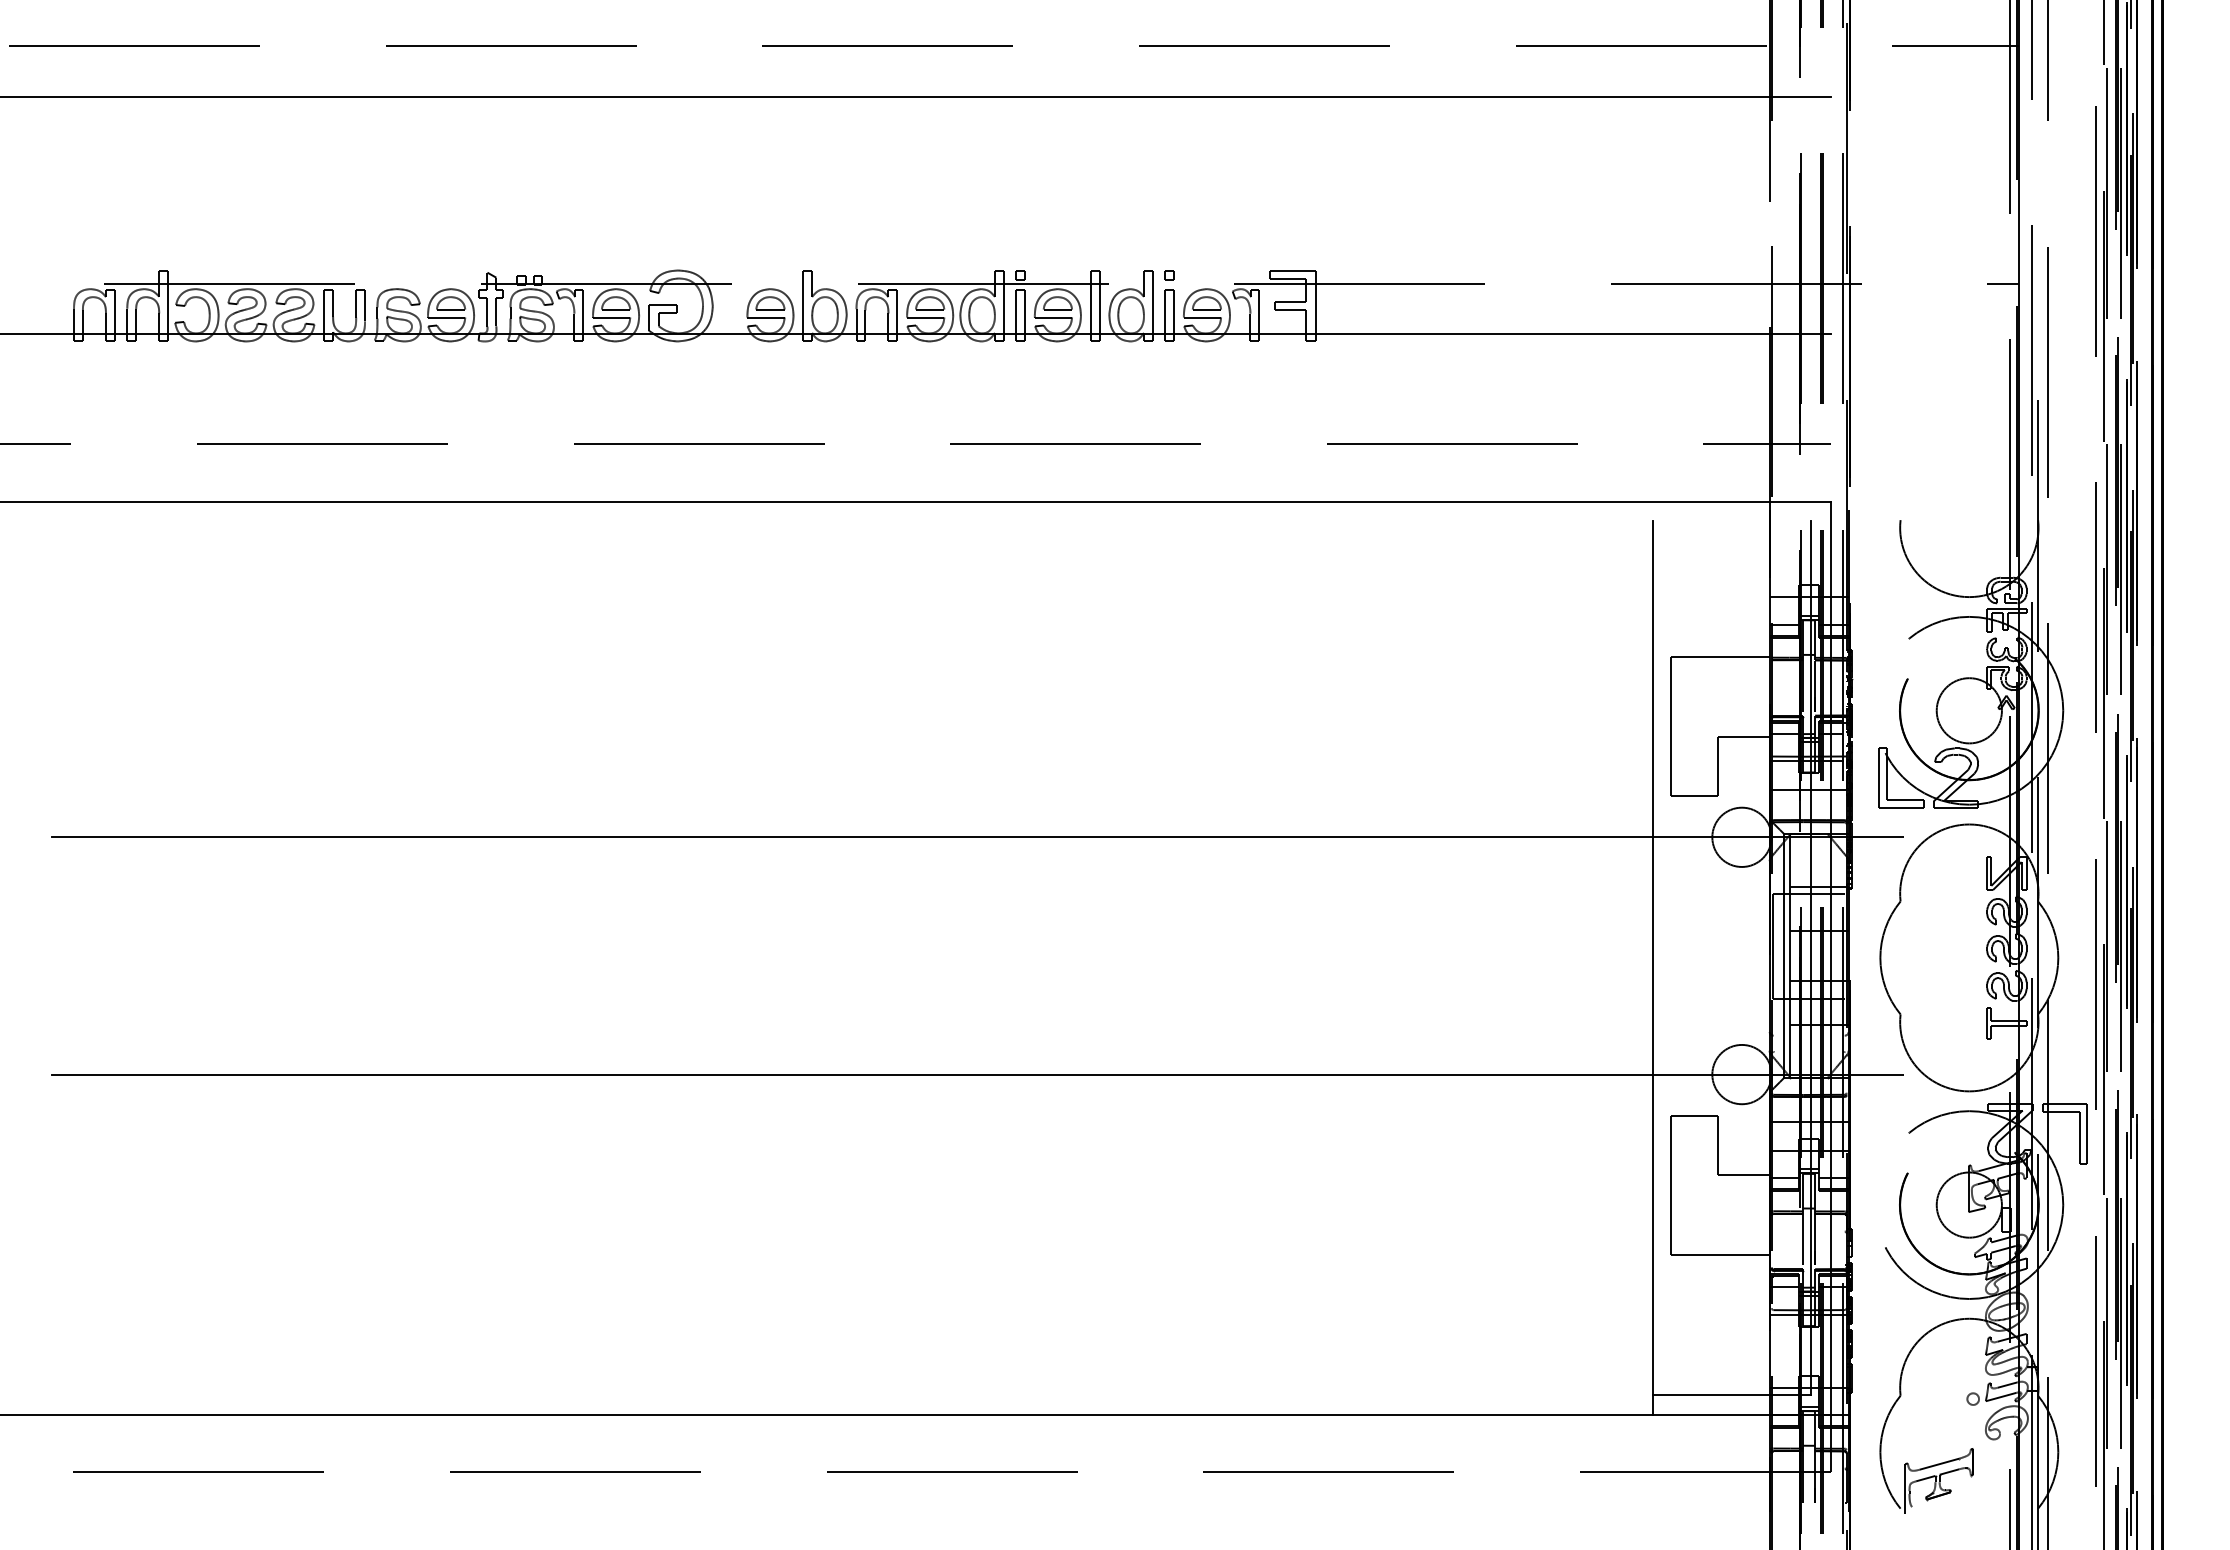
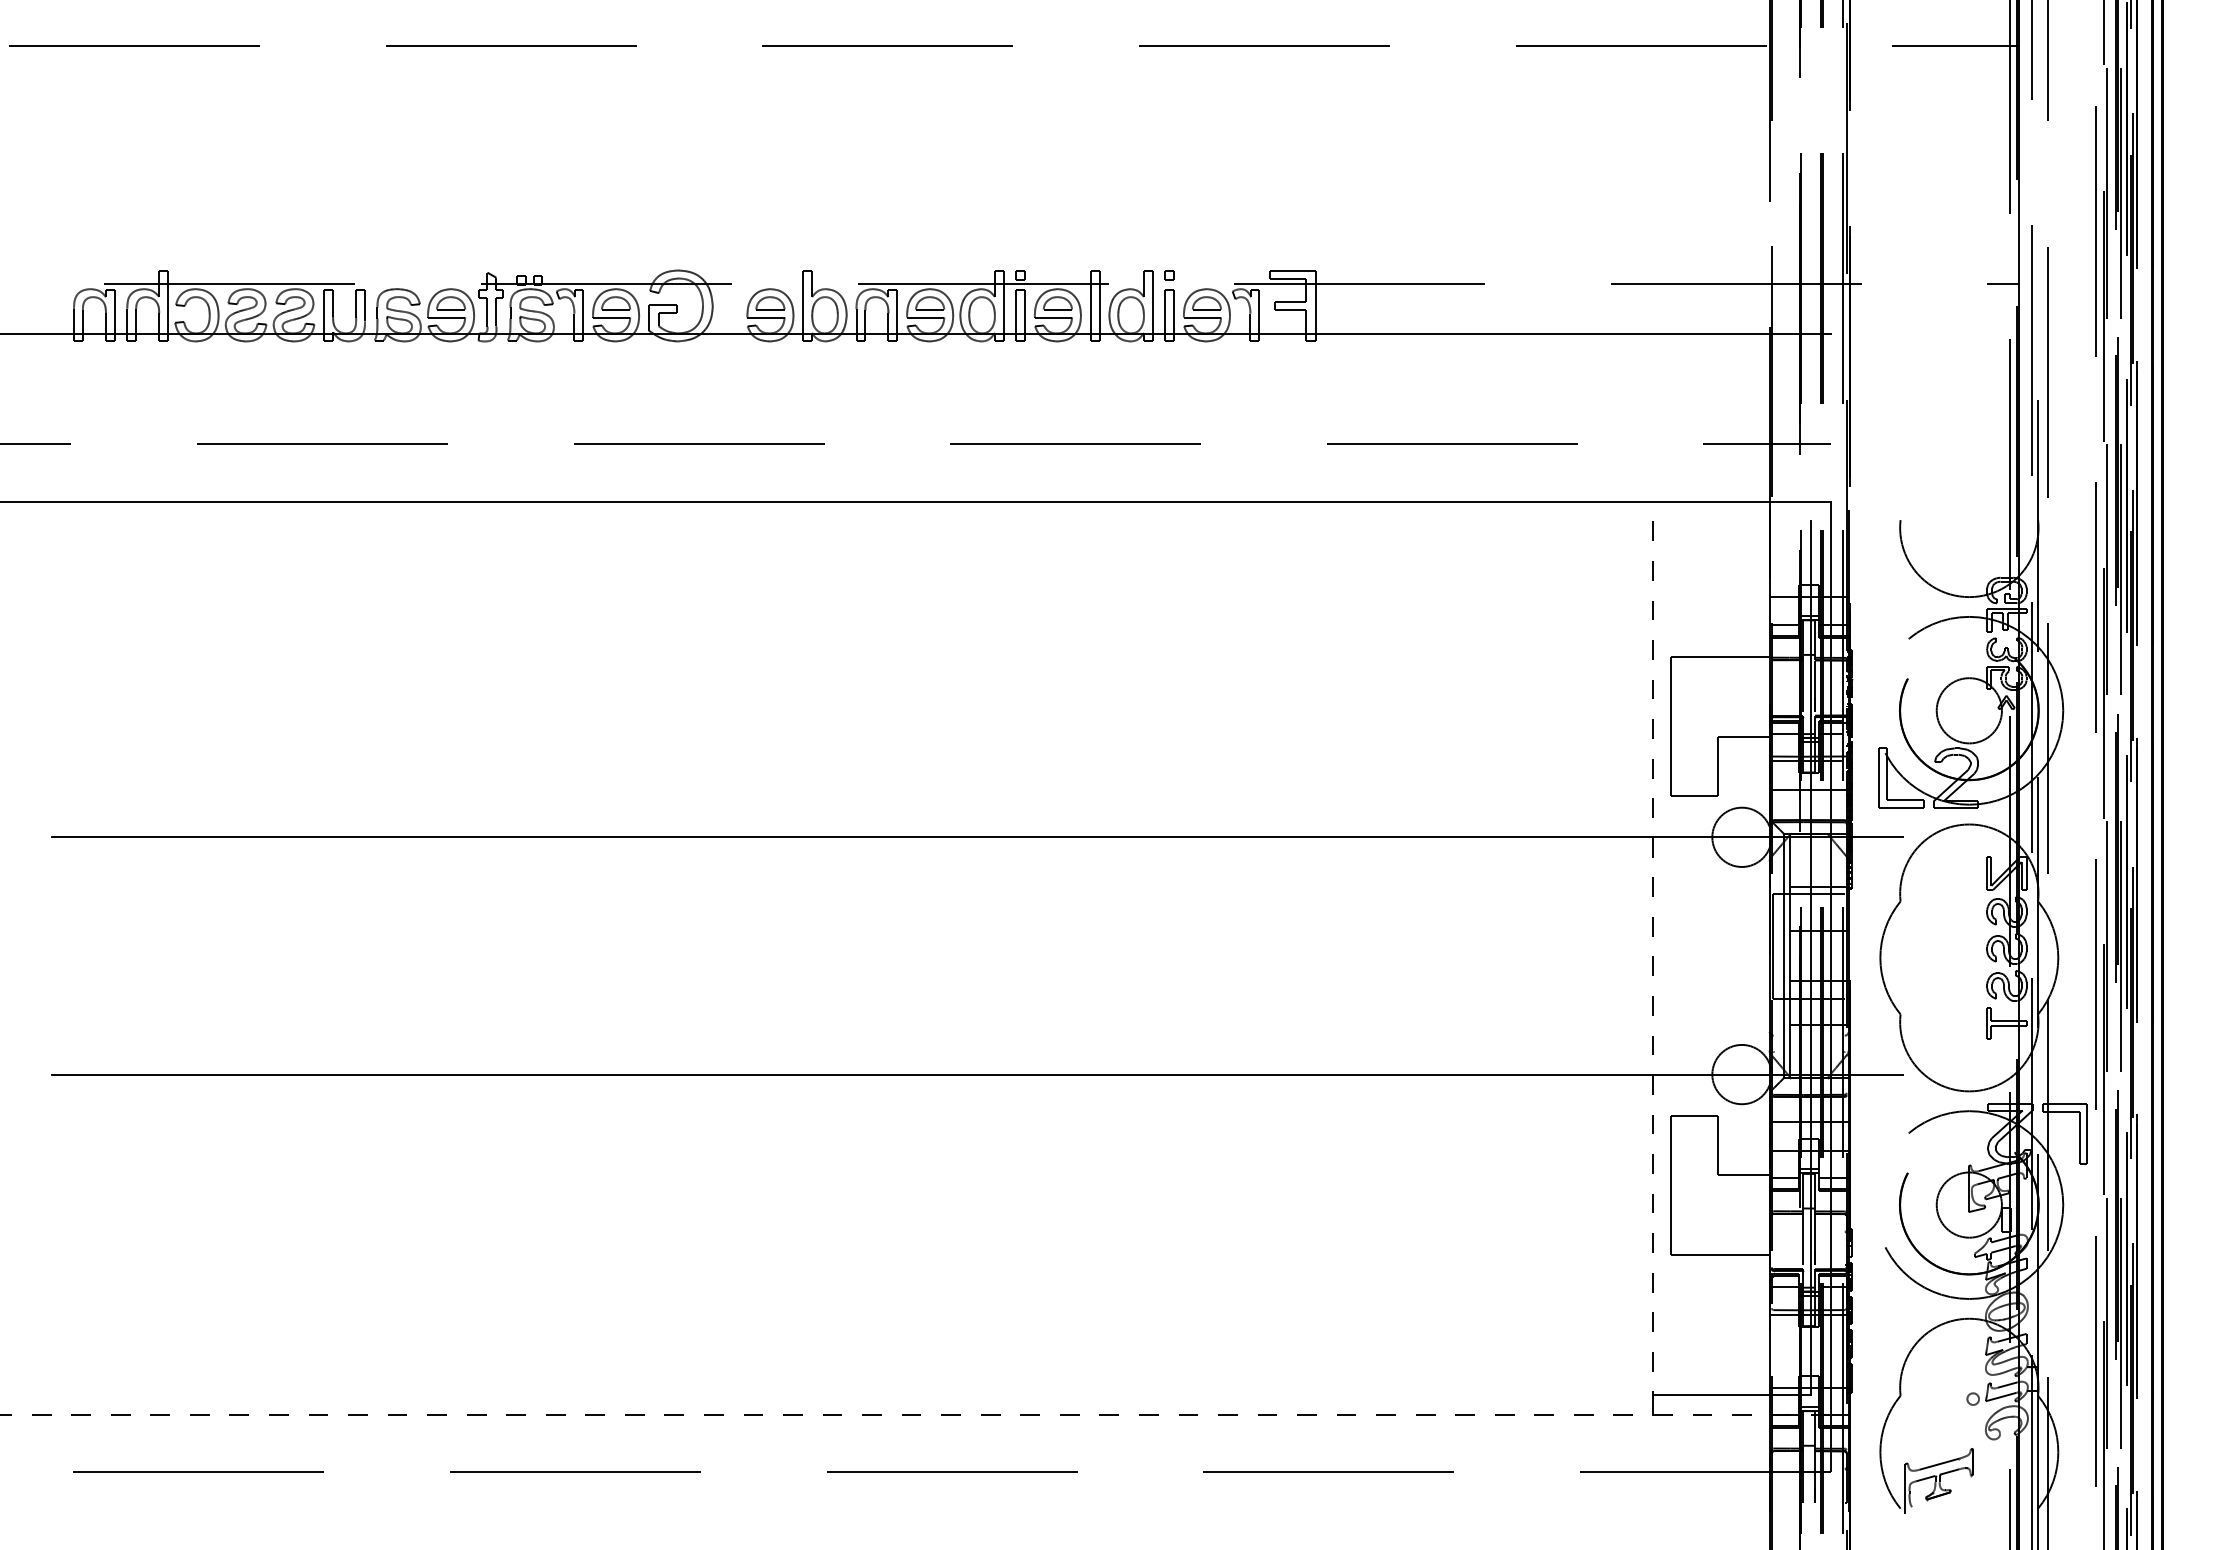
line at (916, 97): present -> none
line at (1653, 958): solid -> dashed
line at (915, 1415): solid -> dashed
